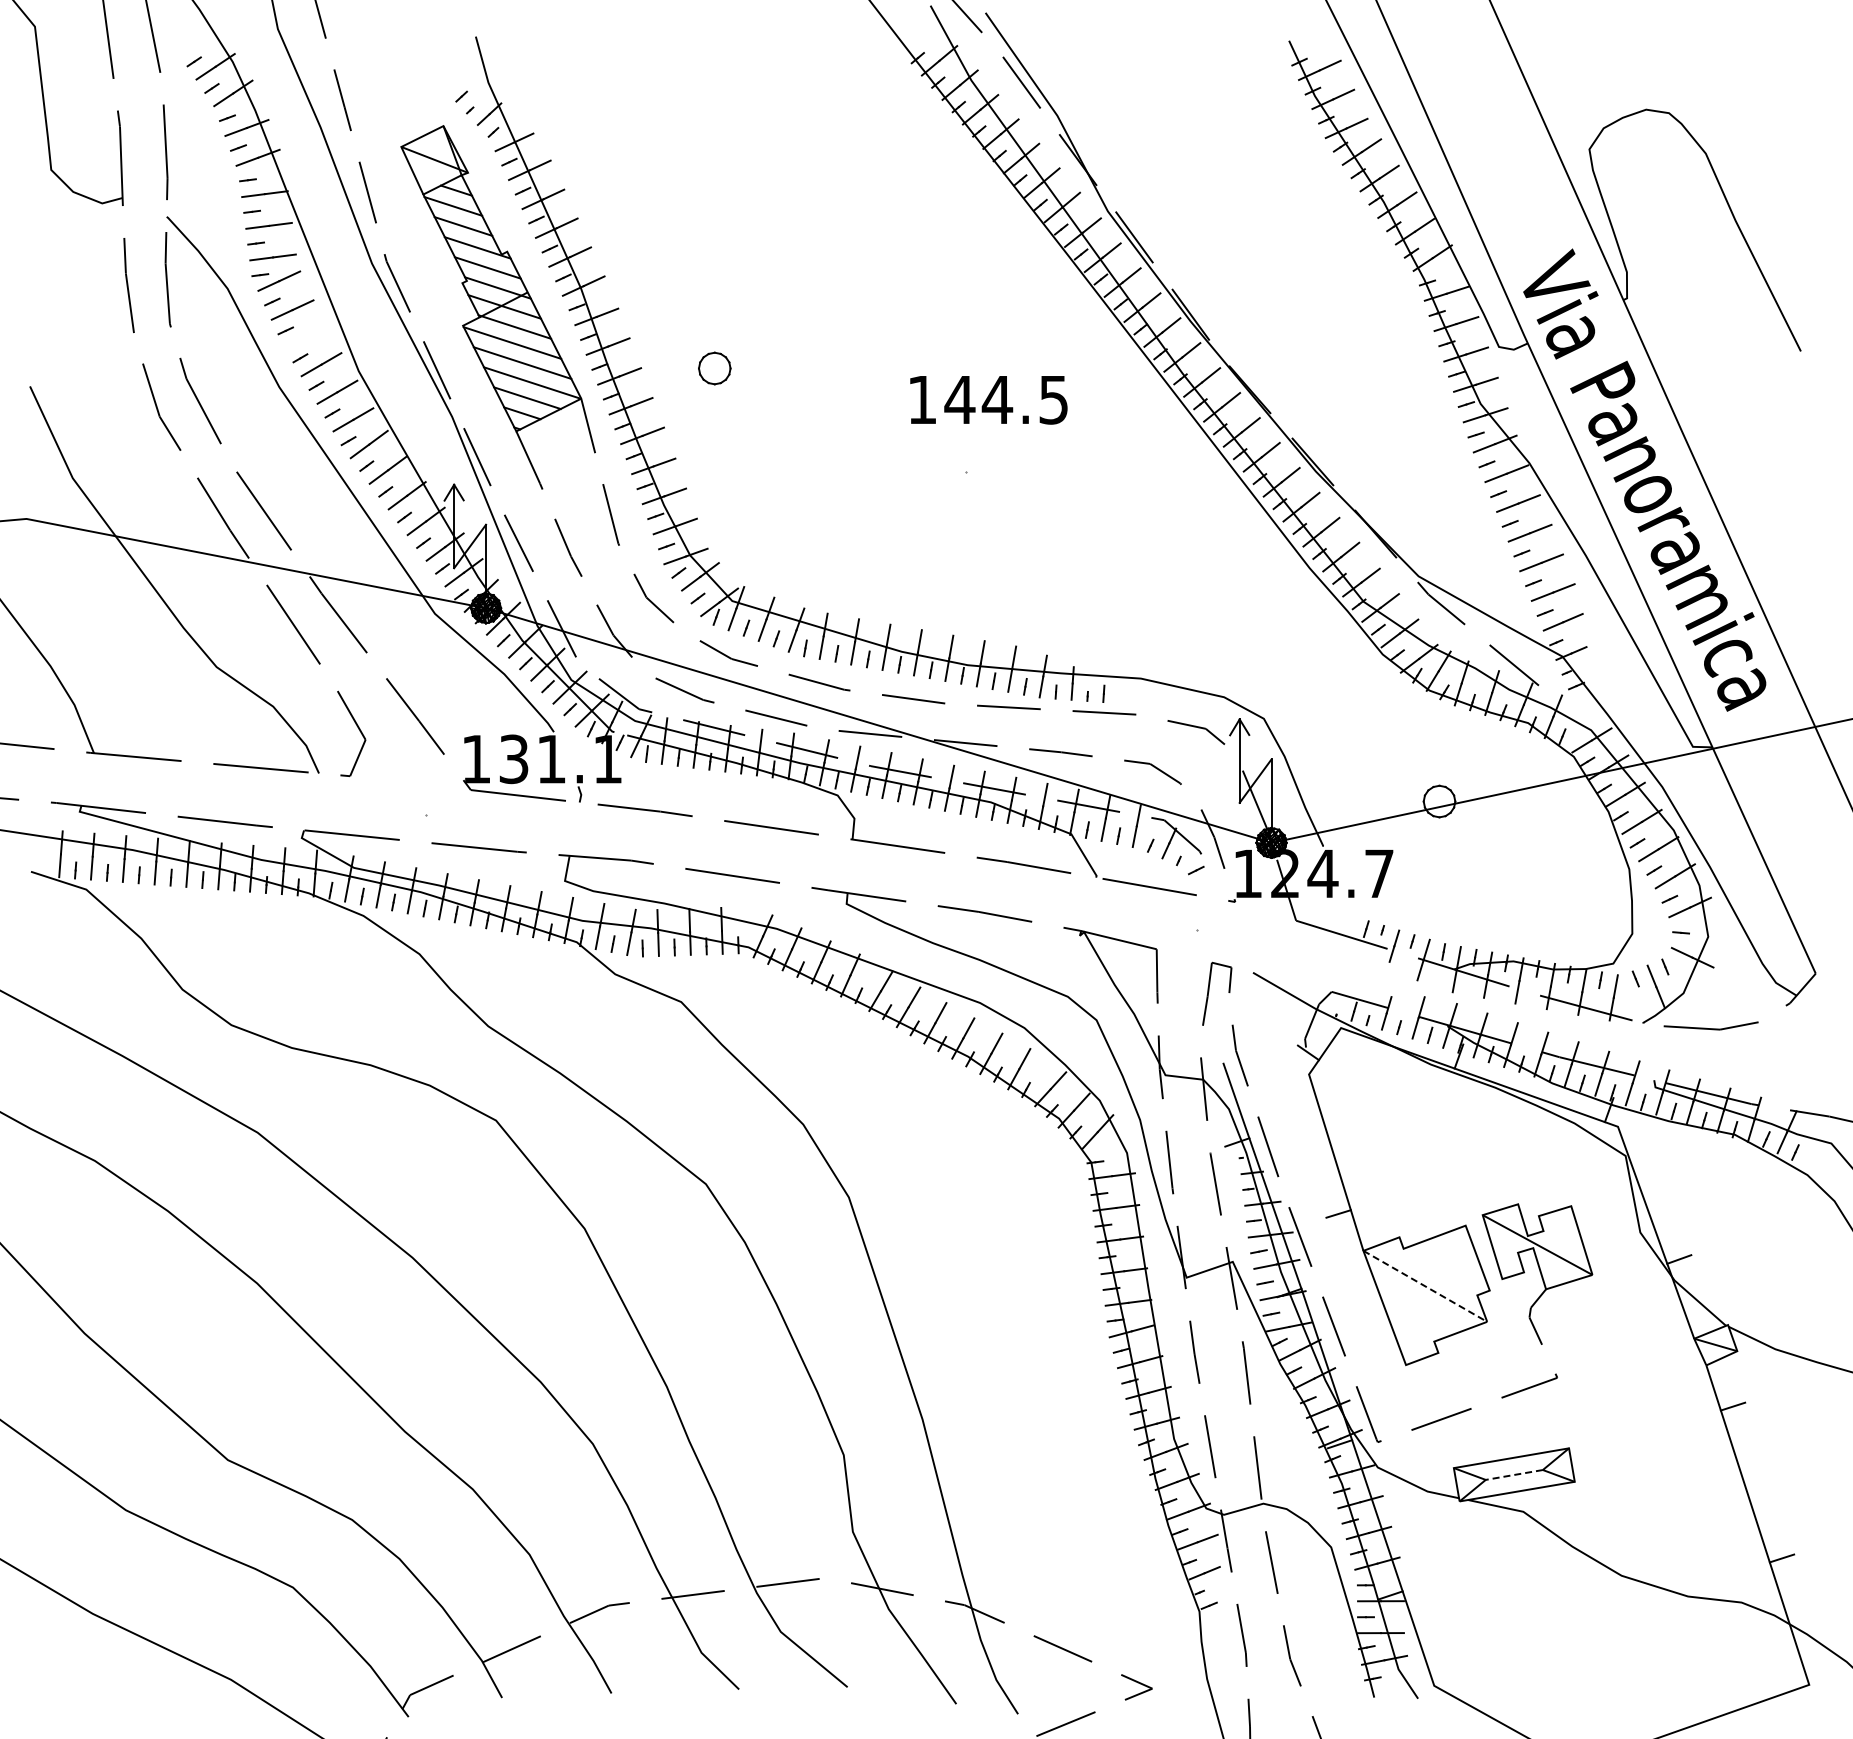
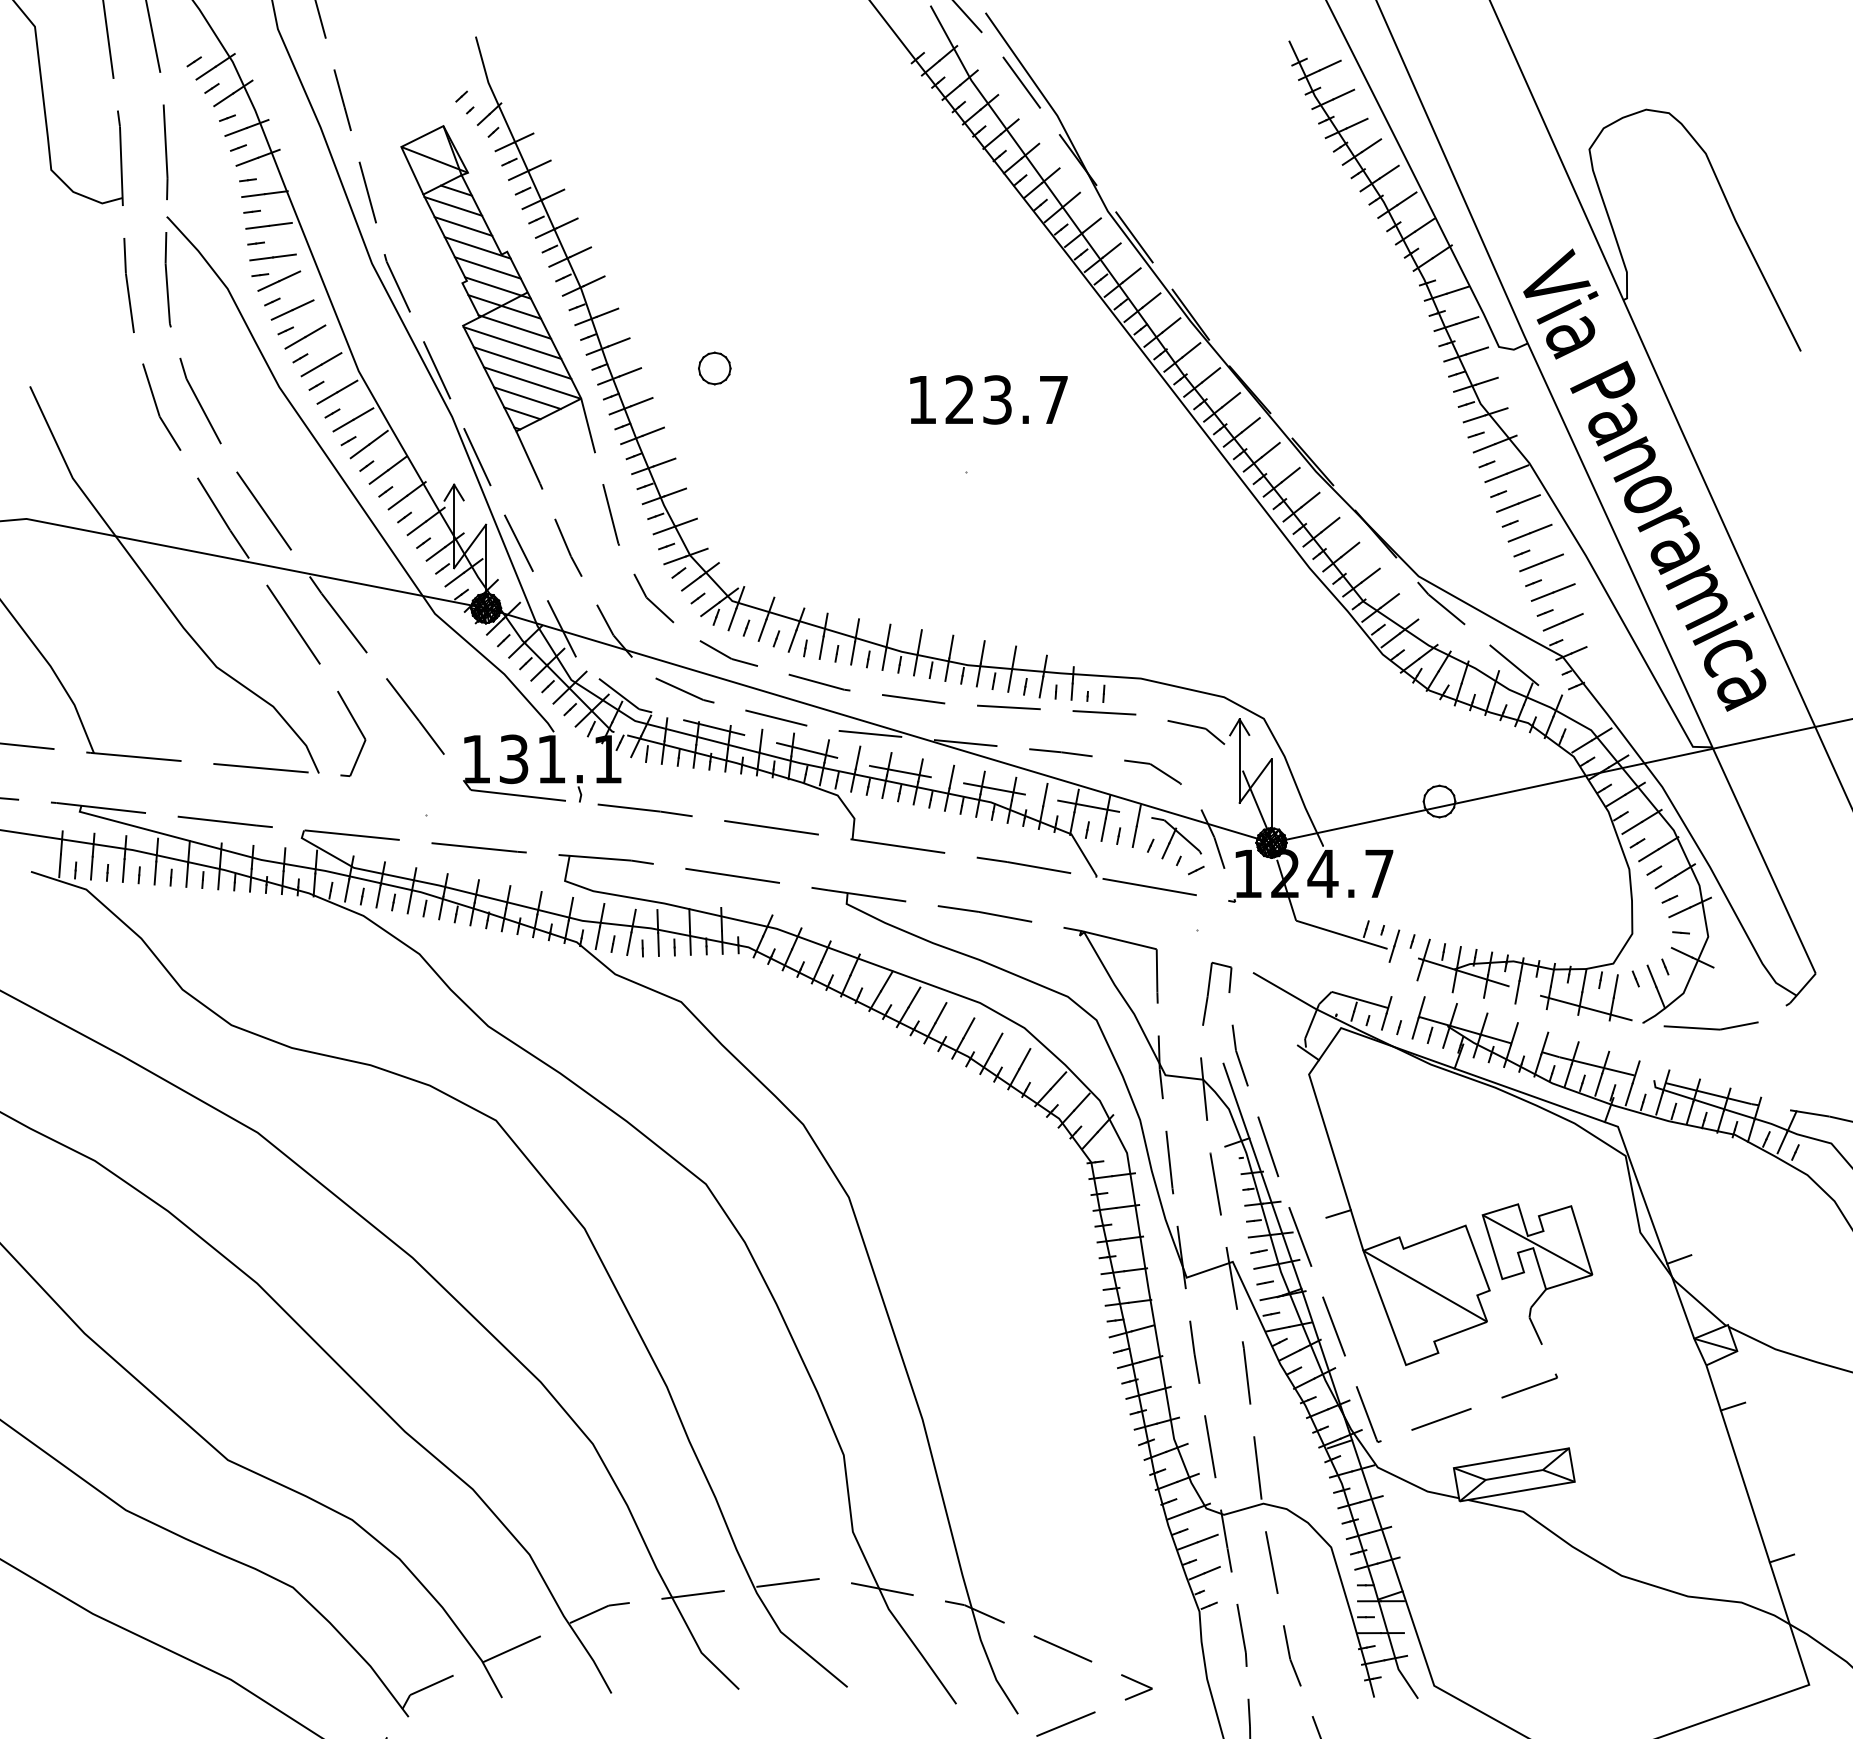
line at (305, 336): none -> present
text at (1005, 399): 144.5 -> 123.7
line at (1425, 1286): dashed -> solid
line at (1514, 1474): dashed -> solid
